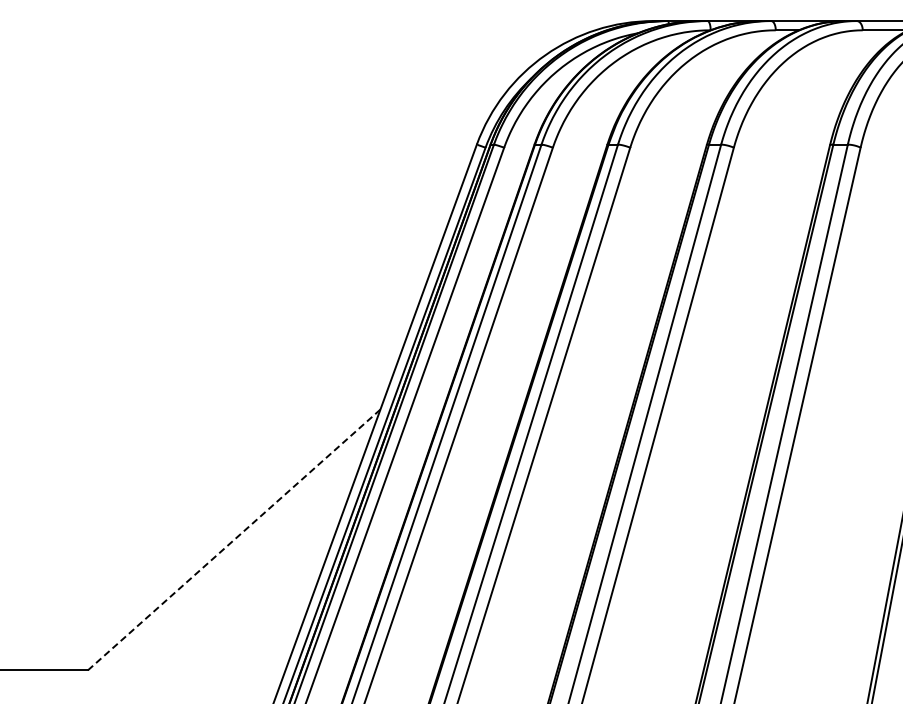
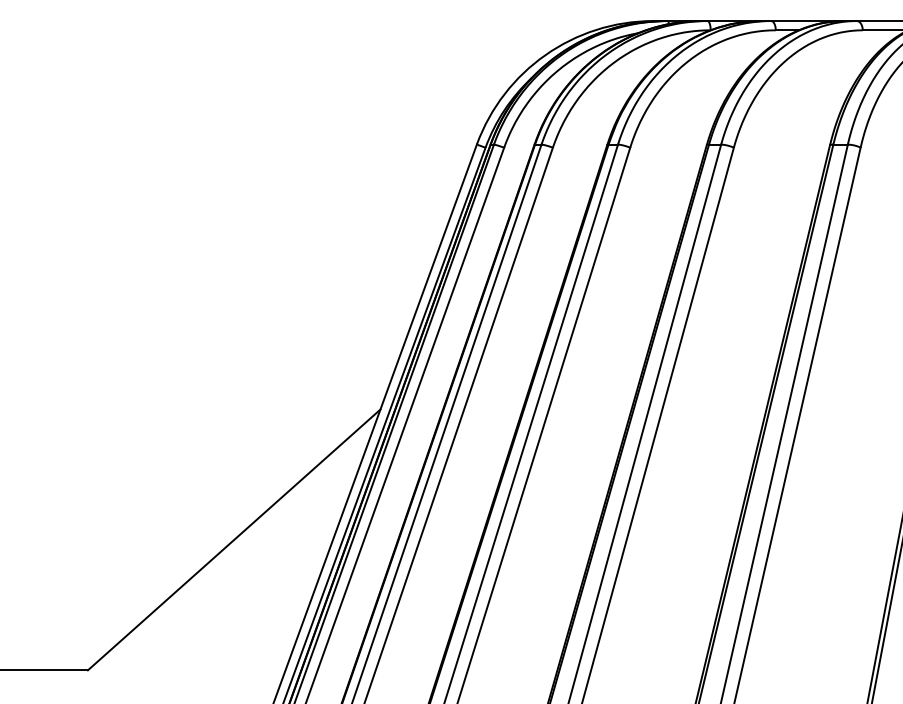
line at (234, 539): dashed -> solid
